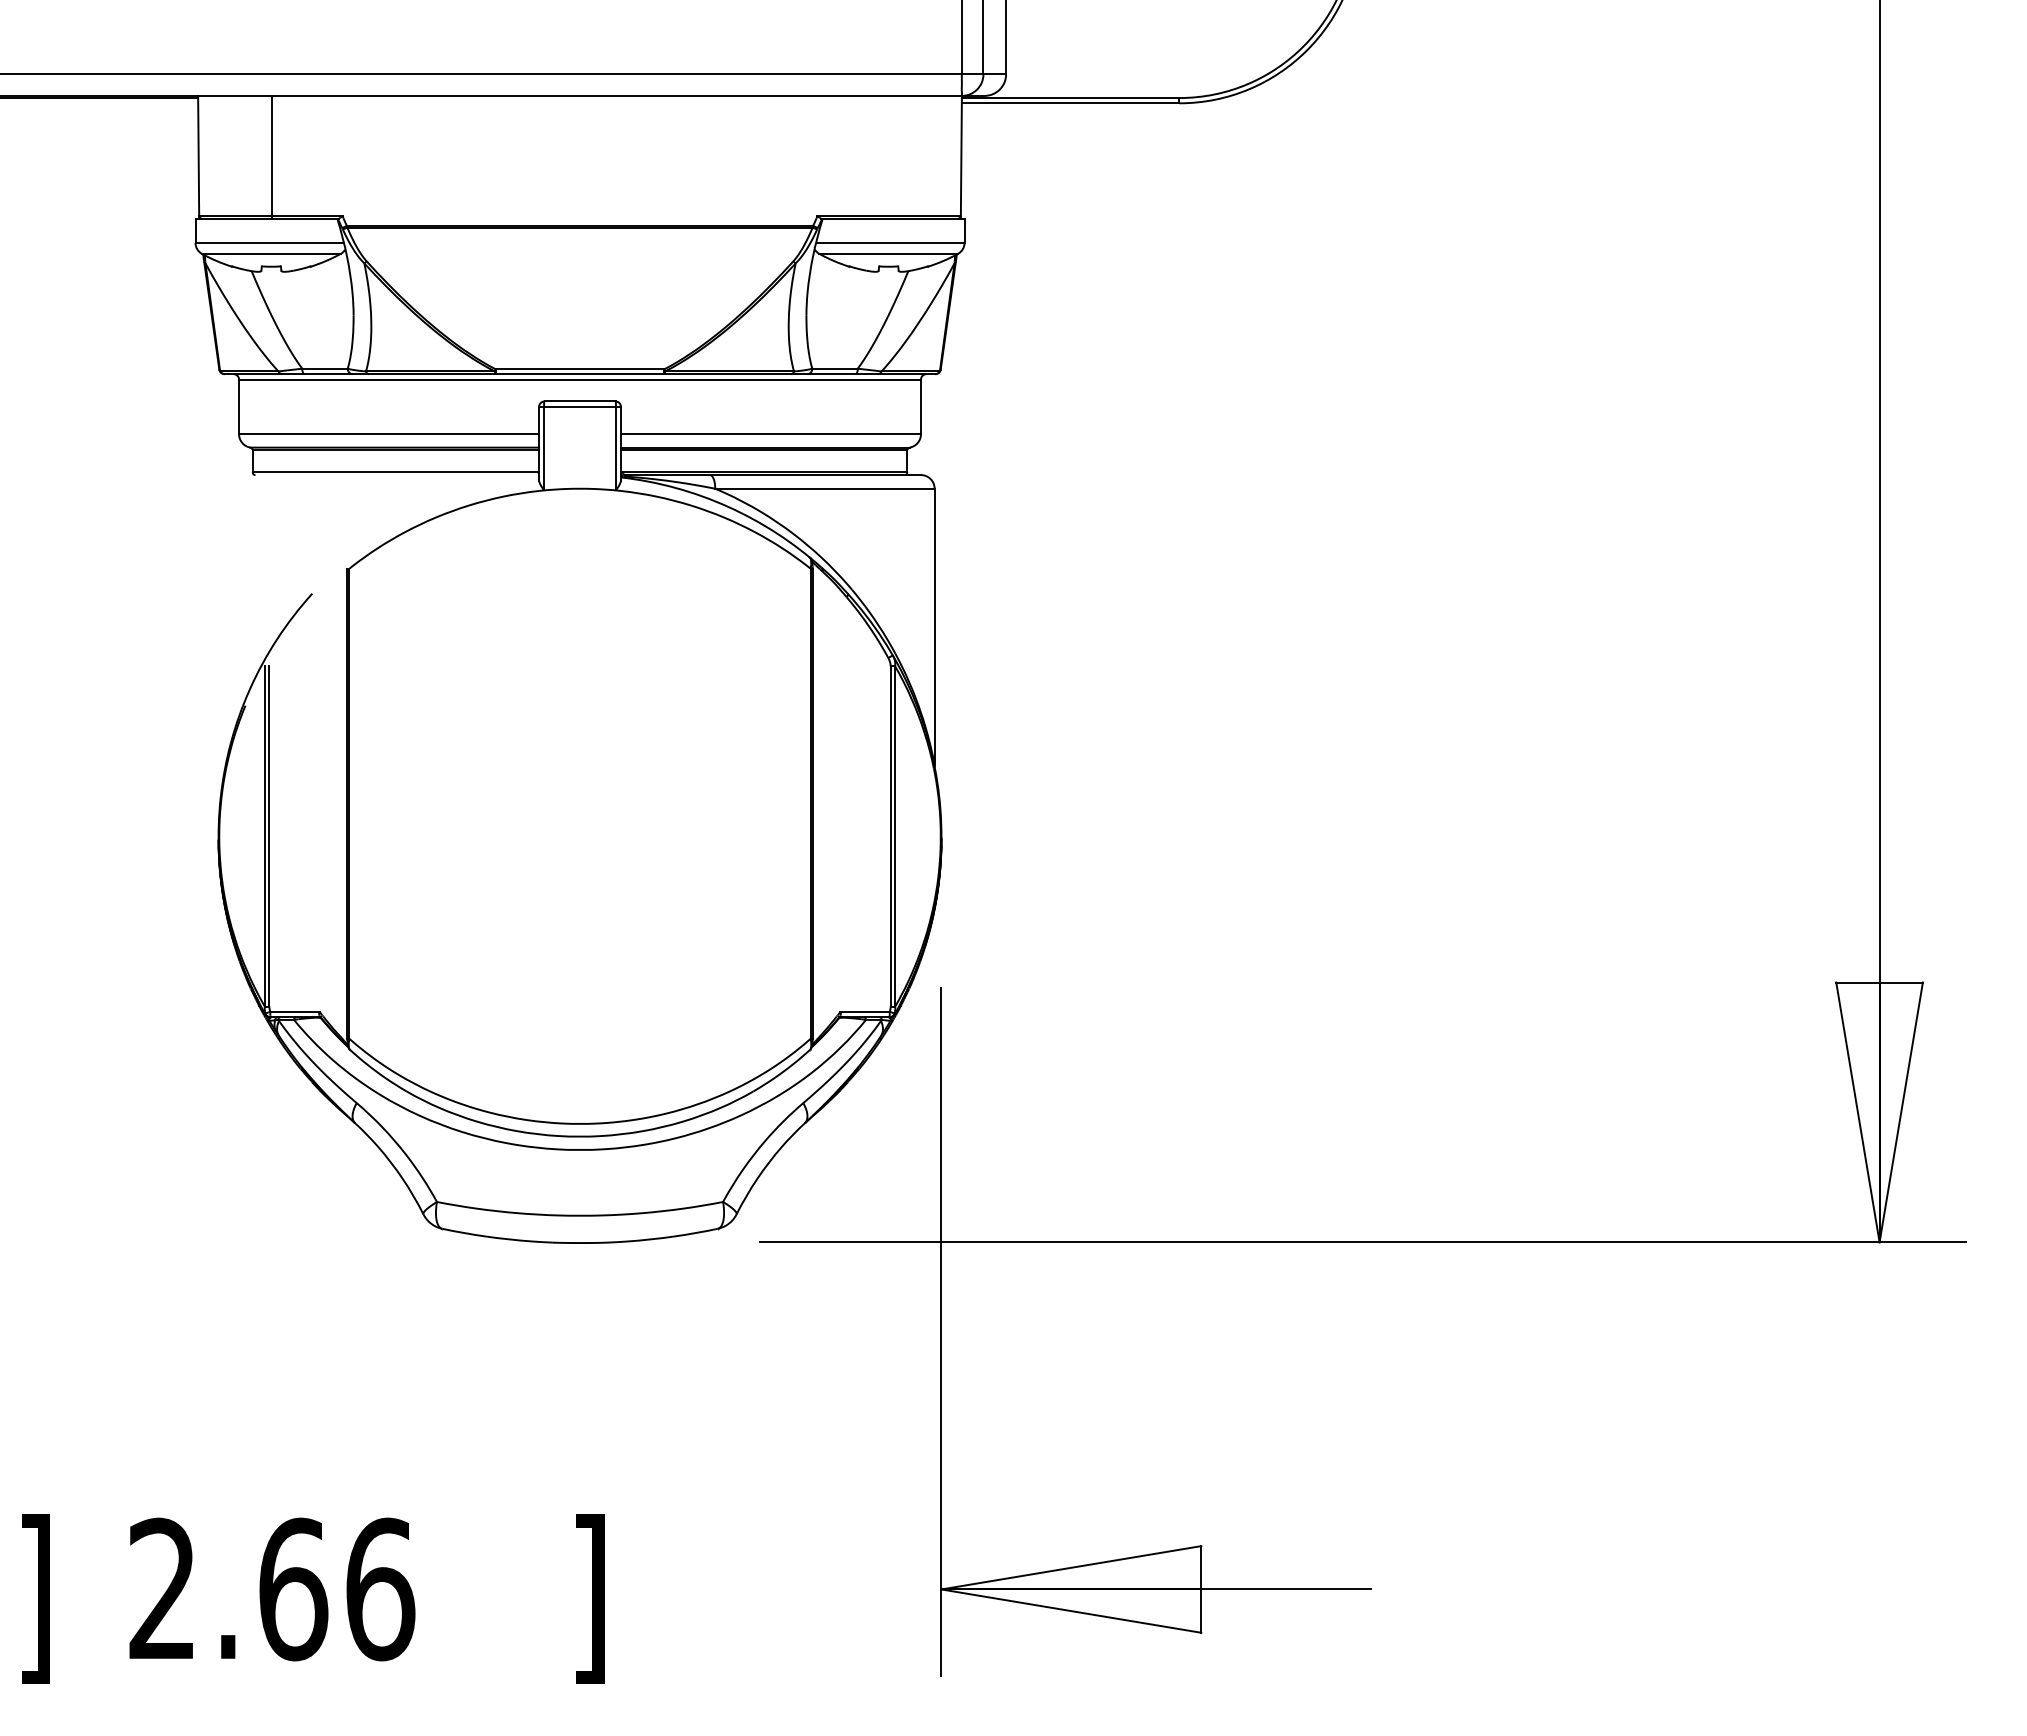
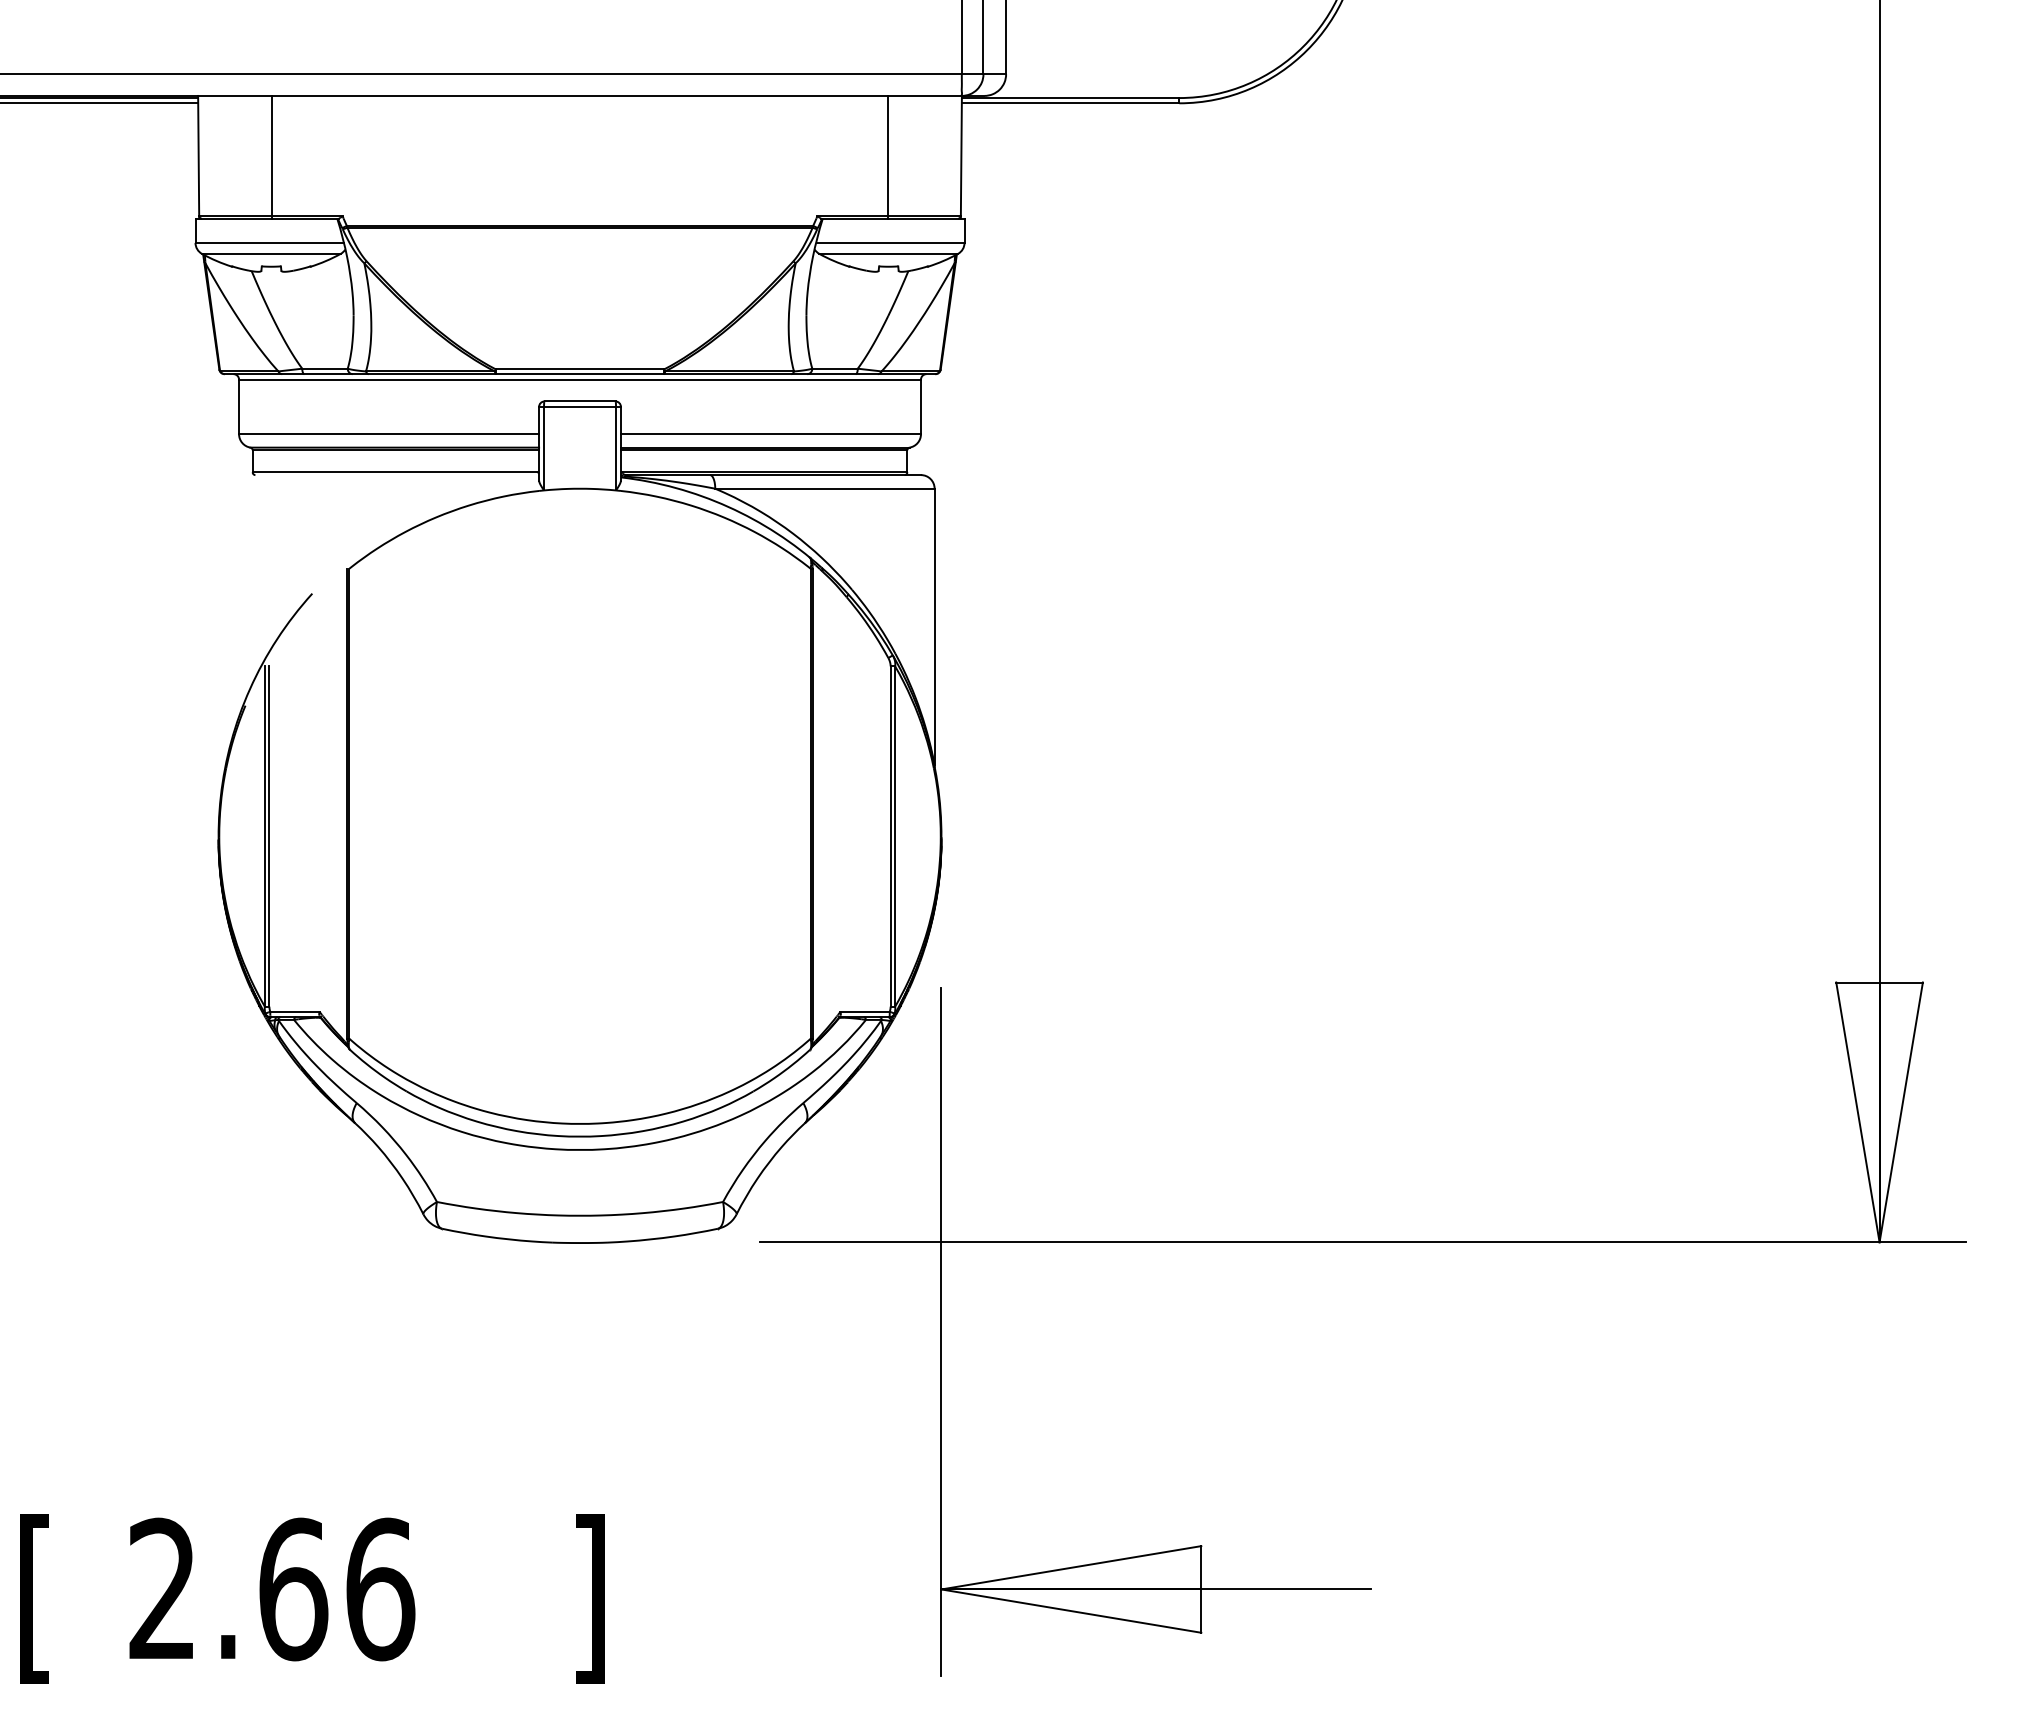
line at (100, 103): none -> present
line at (888, 156): none -> present
text at (34, 1598): ] -> [
